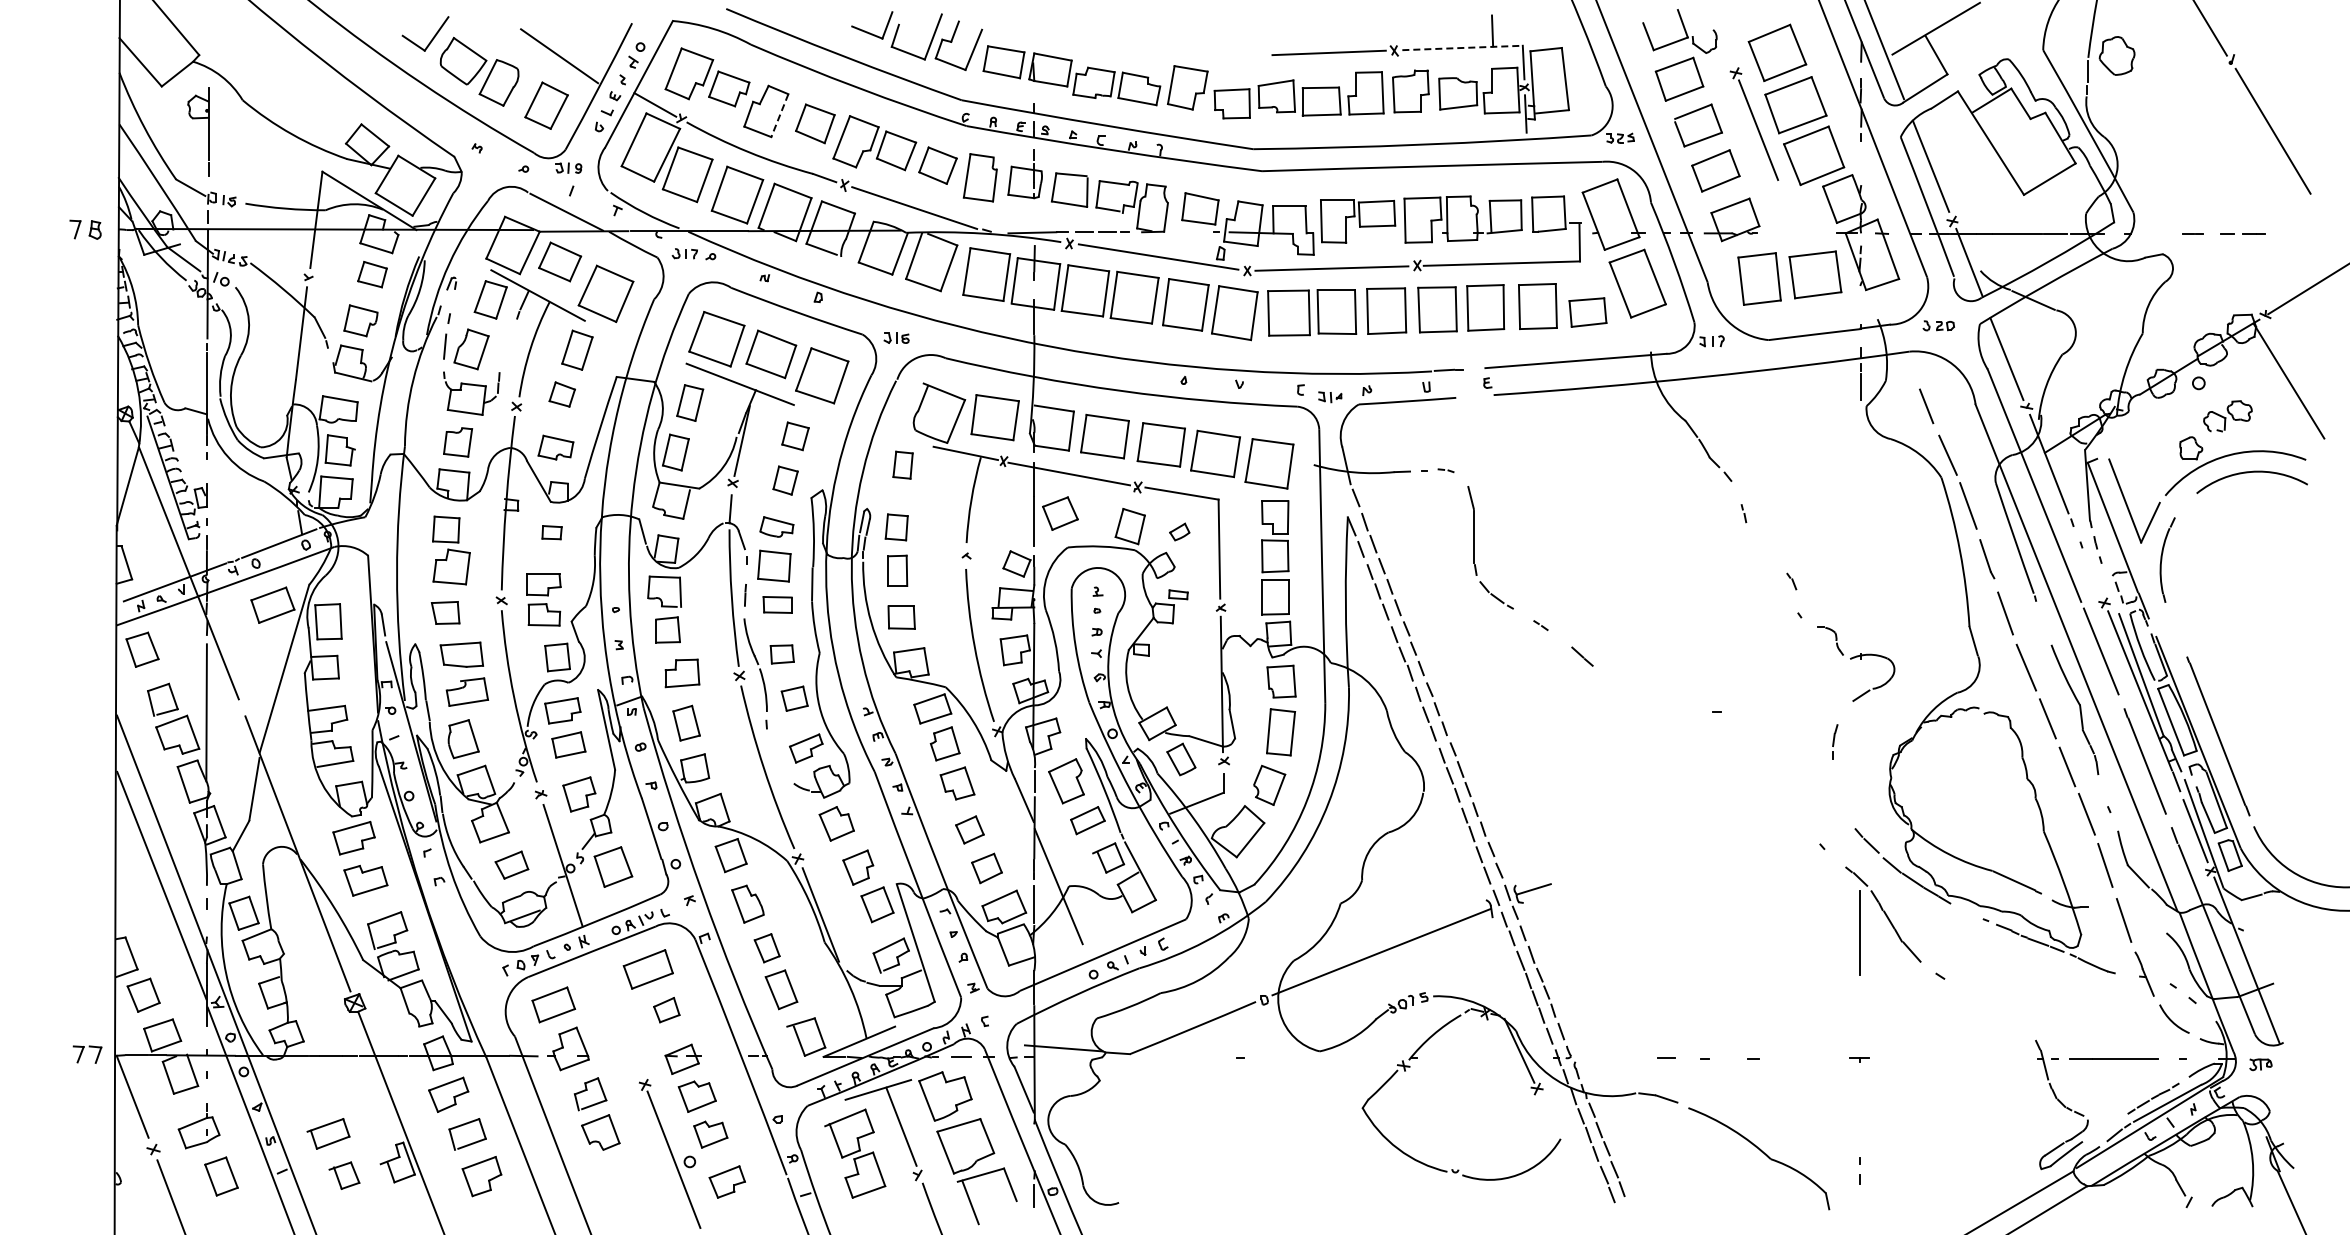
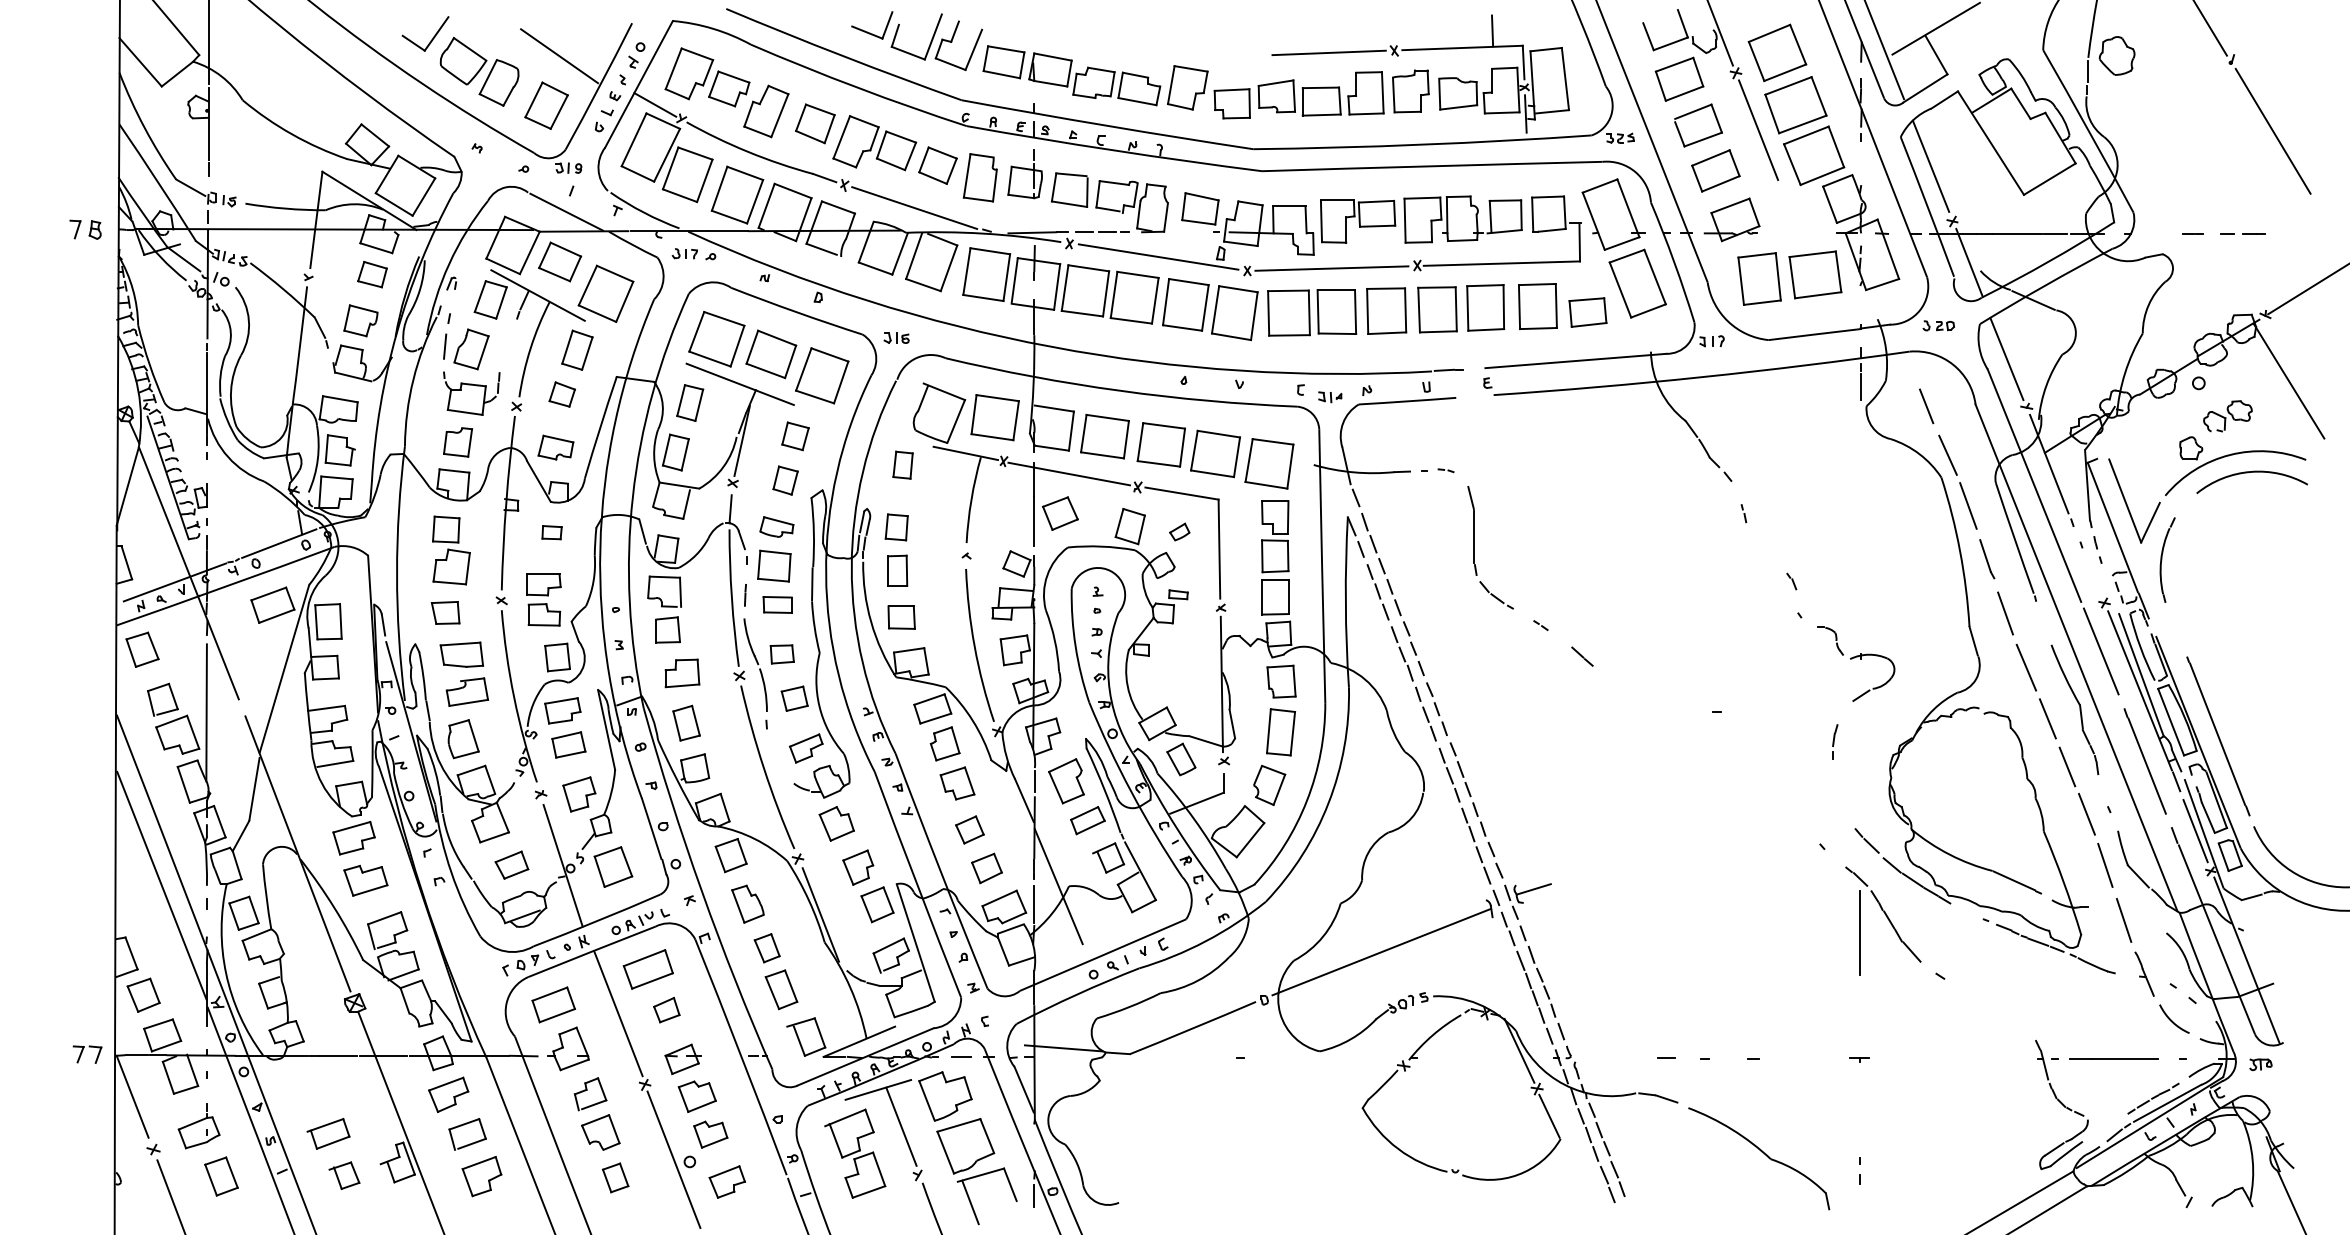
line at (1720, 33): none -> present
line at (208, 42): none -> present
line at (1463, 47): dashed -> solid
line at (779, 116): dashed -> solid
line at (618, 1013): none -> present
line at (1549, 1115): none -> present
part at (615, 1177): none -> present
